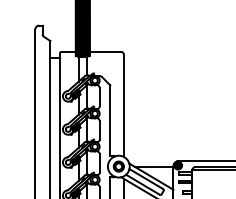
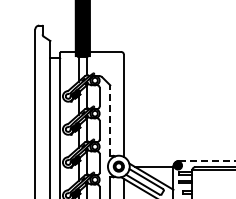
line at (110, 120): solid -> dashed
line at (208, 160): solid -> dashed
